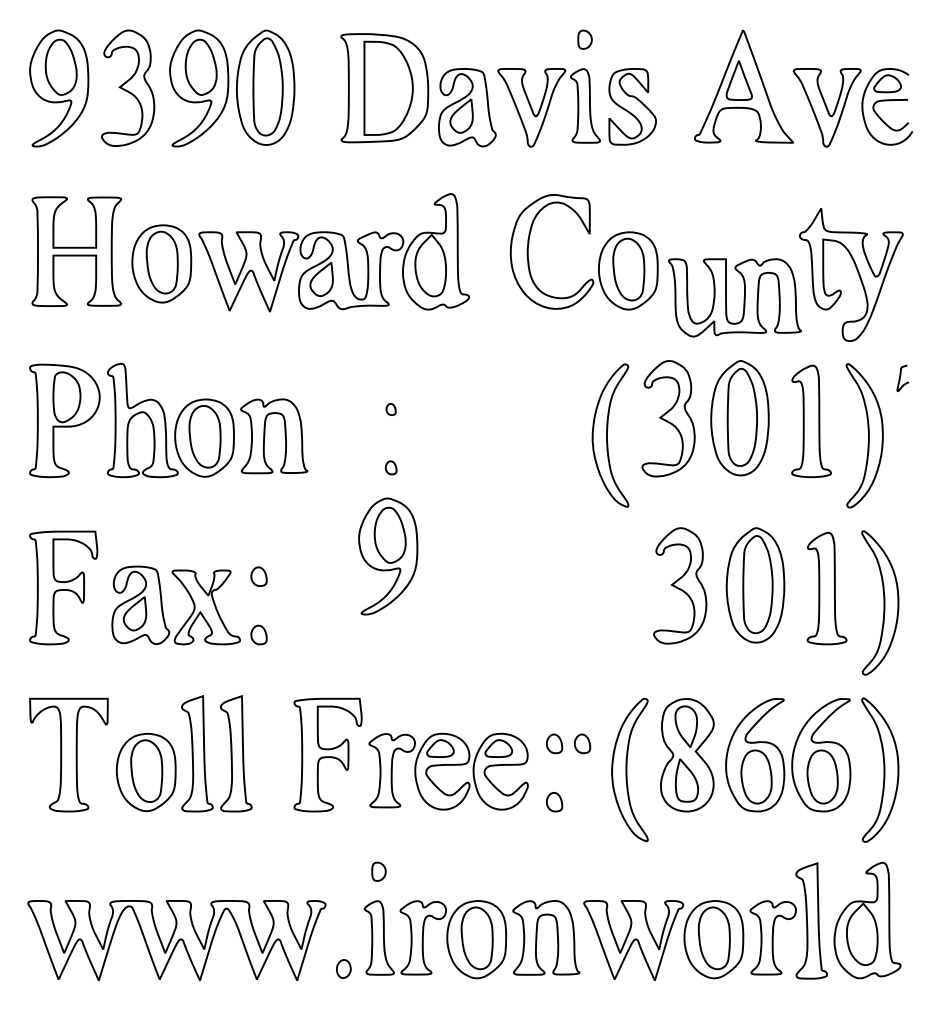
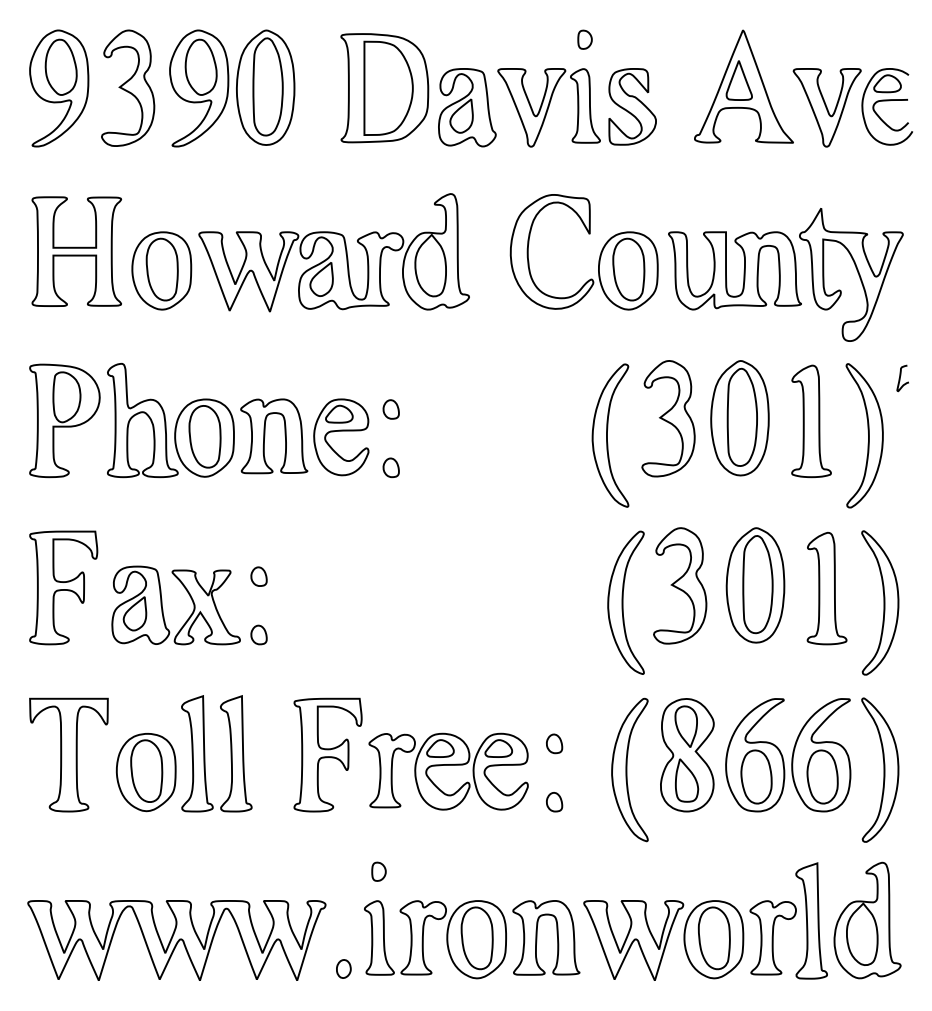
part at (161, 263) position: (161, 263) -> (161, 270)
part at (726, 297) position: (726, 297) -> (726, 270)
part at (390, 409) size: 12x13 px -> 18x21 px
part at (341, 437): none -> present
part at (390, 467) size: 14x16 px -> 18x22 px
part at (388, 556): present -> none
part at (625, 602): none -> present
part at (582, 743): present -> none
